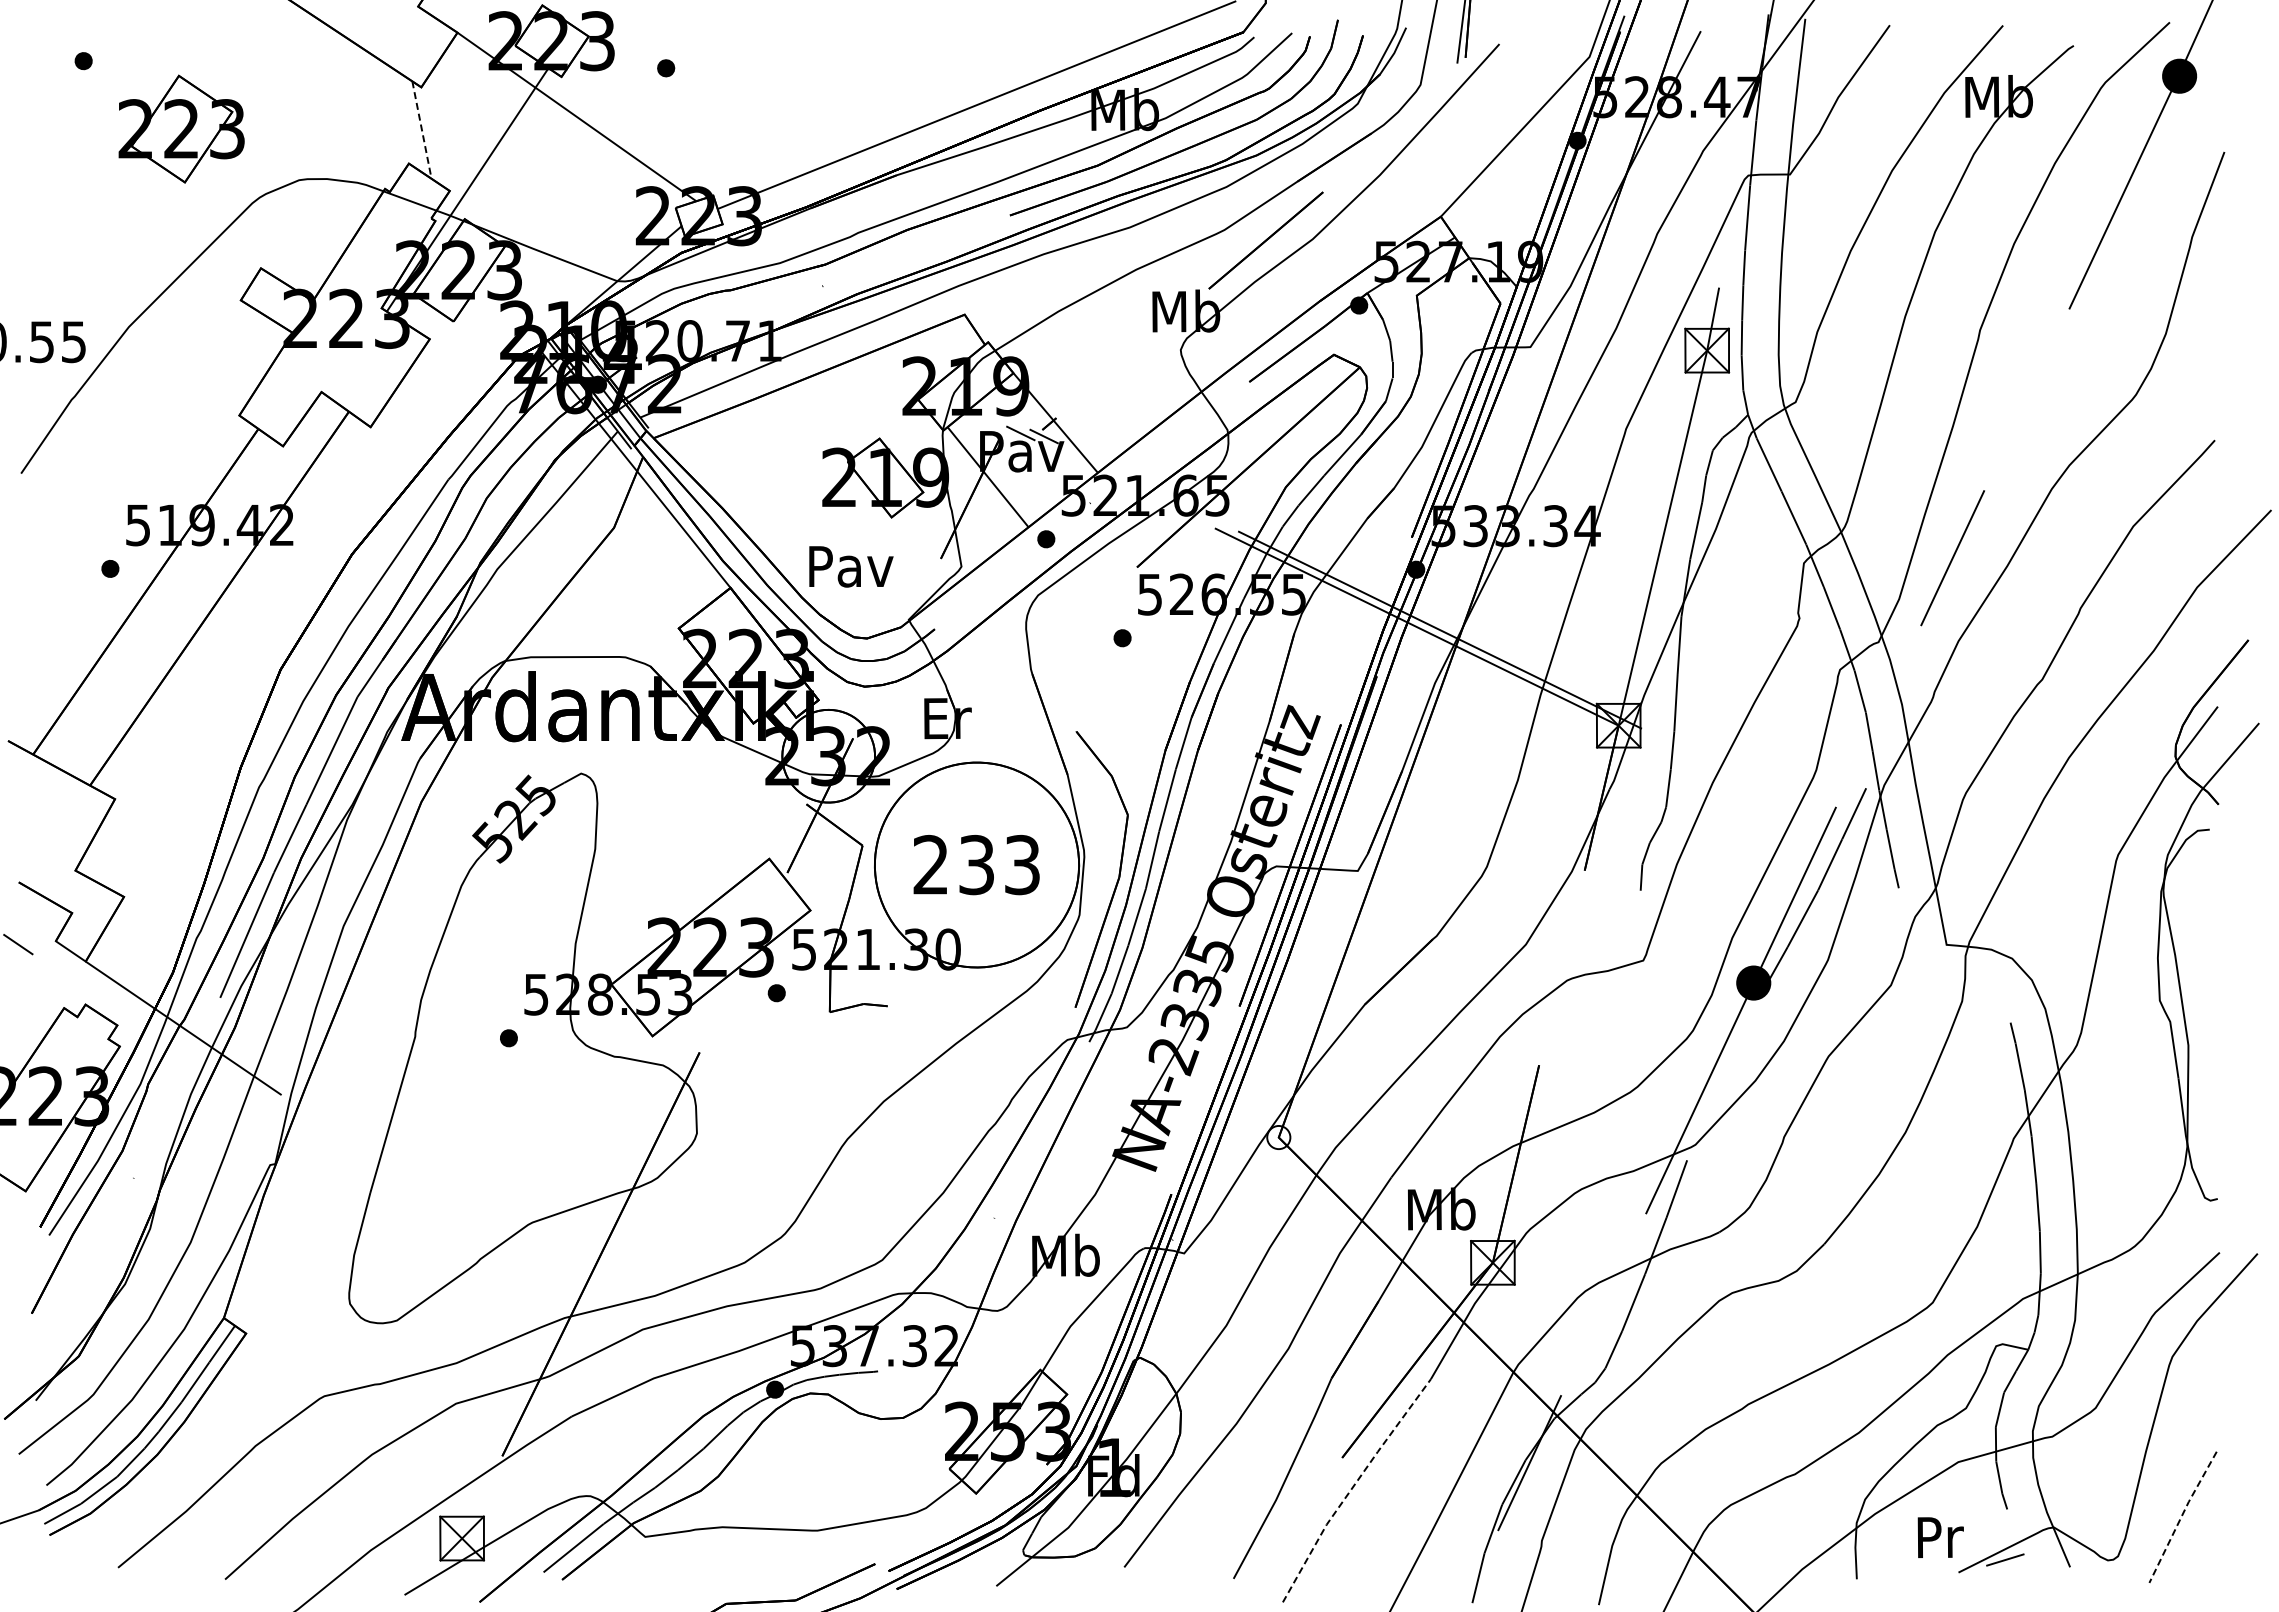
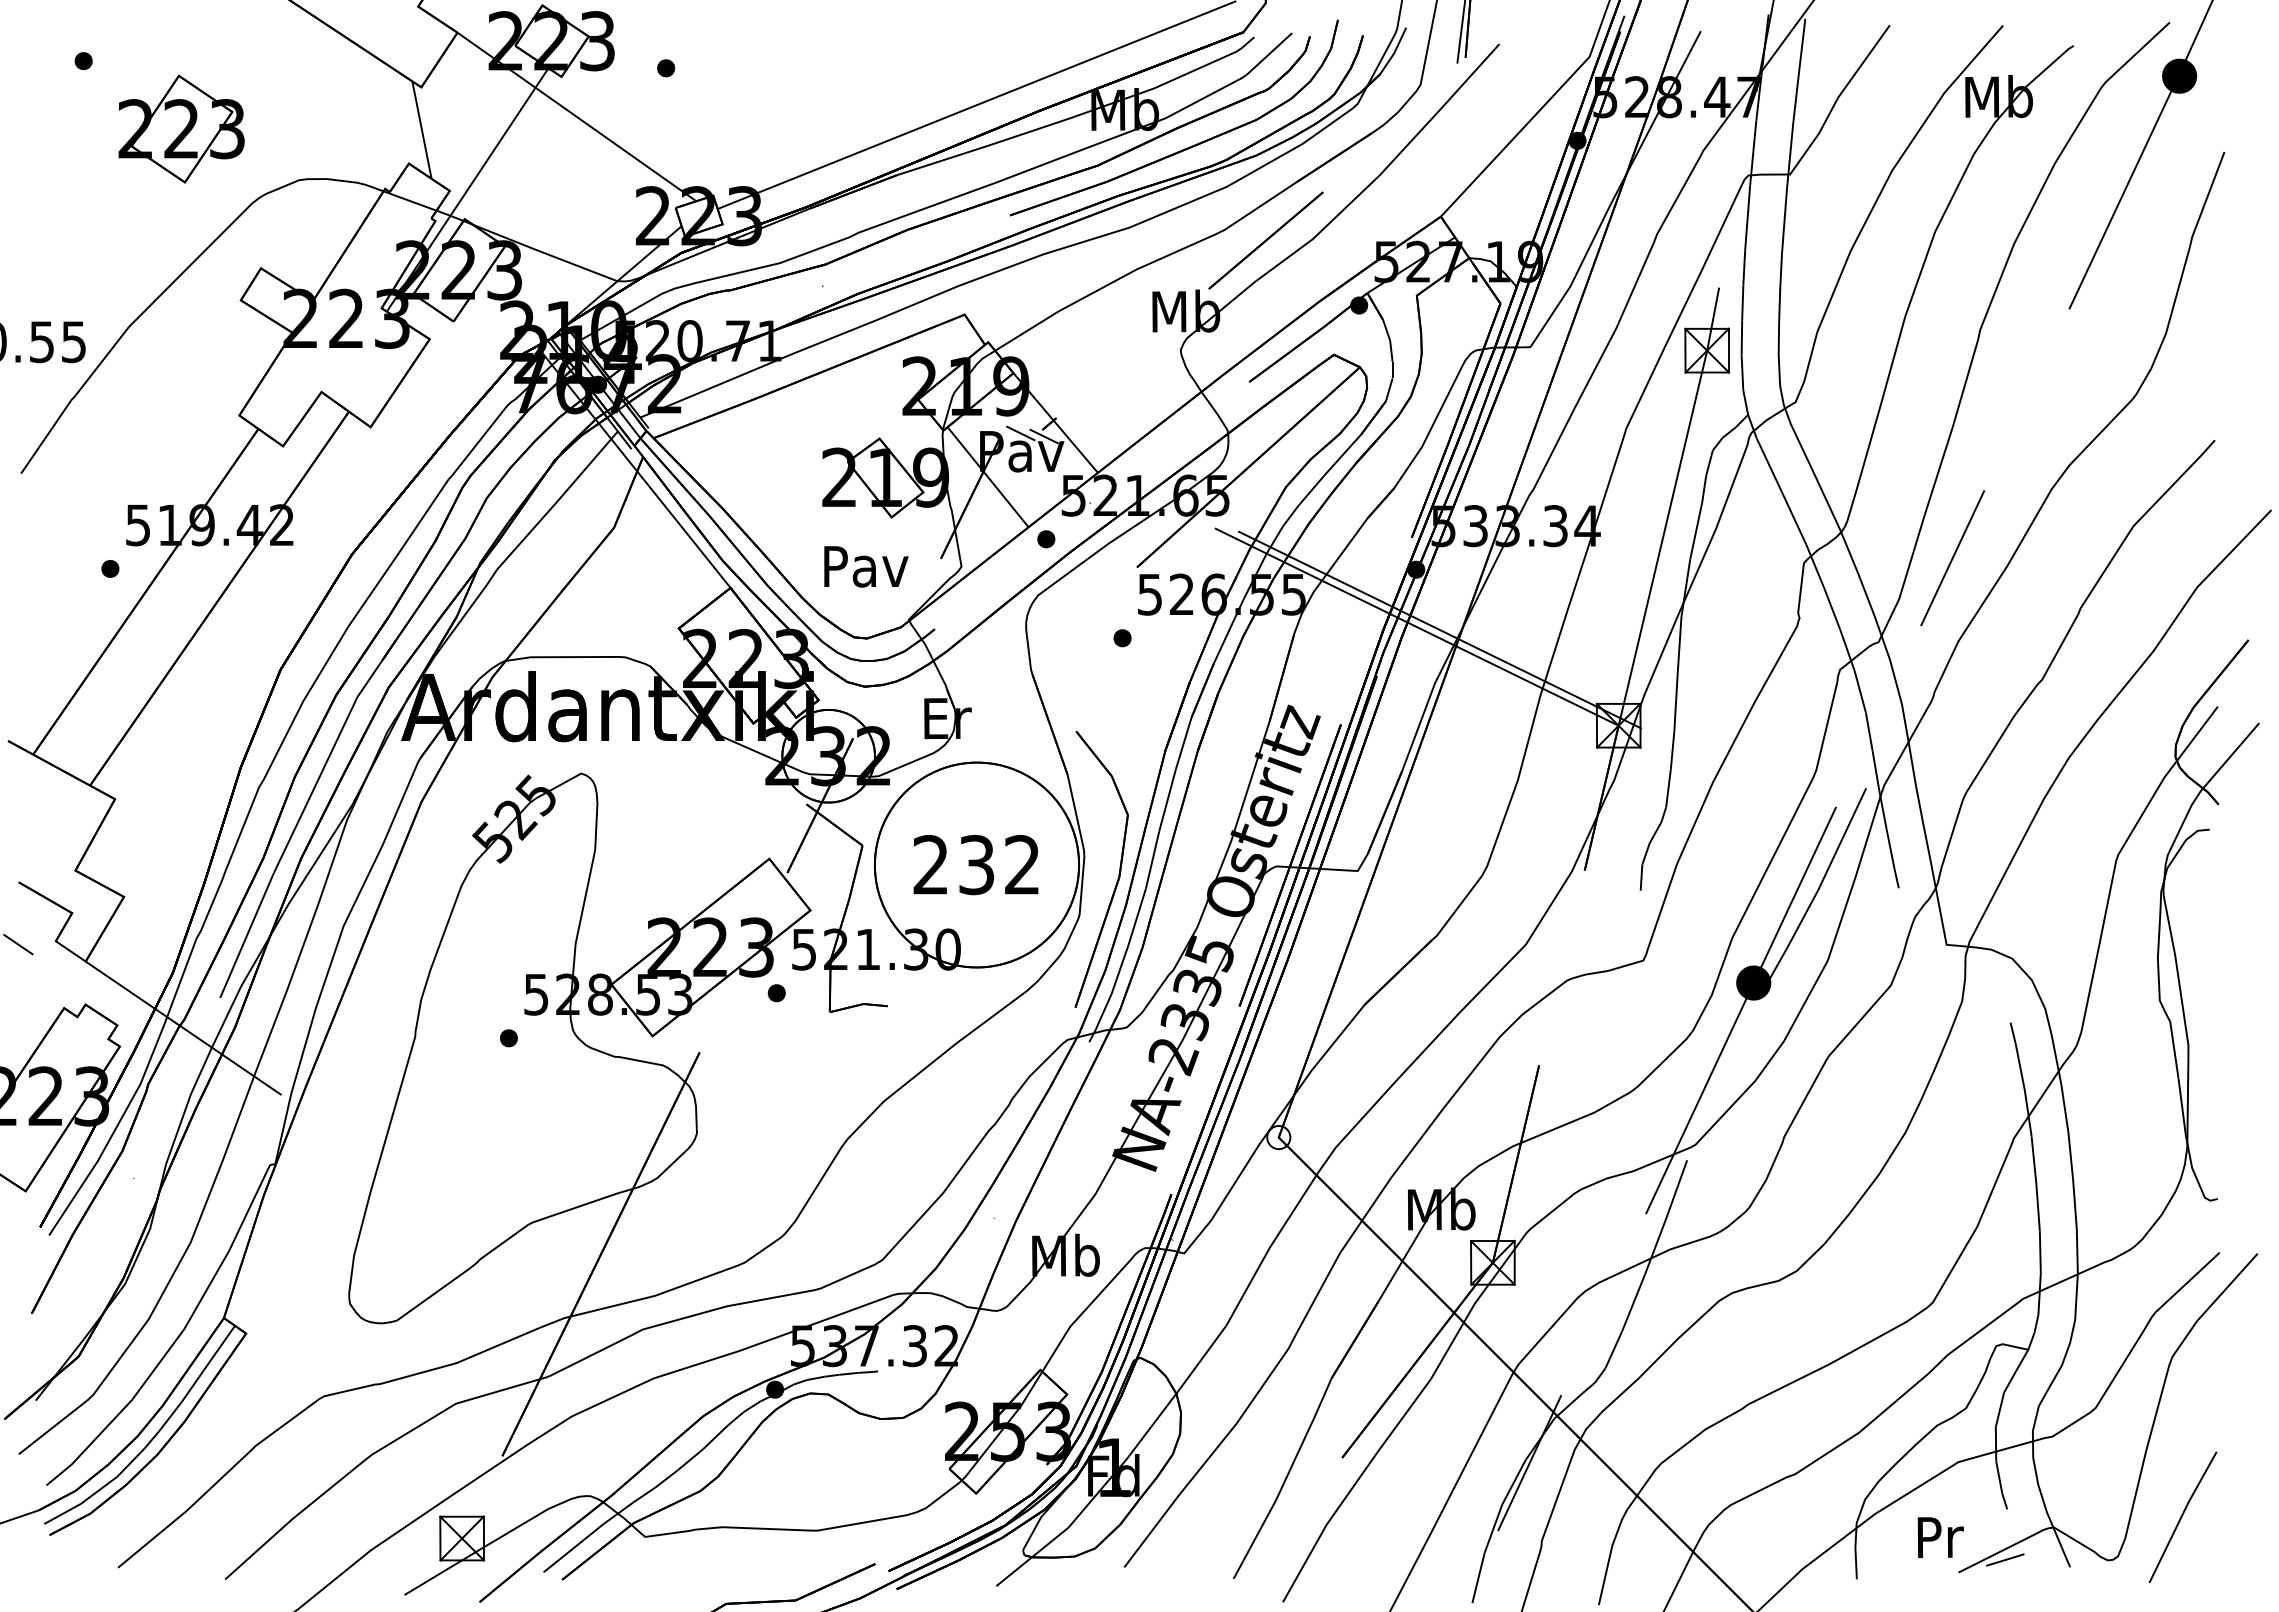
line at (421, 130): dashed -> solid
text at (851, 566) position: (851, 566) -> (866, 566)
text at (1022, 865): 233 -> 232
line at (1352, 1487): dashed -> solid
line at (2181, 1516): dashed -> solid
